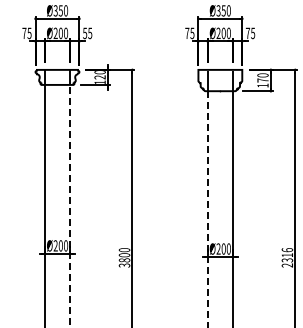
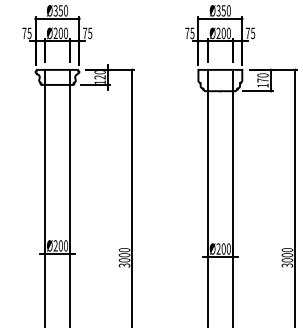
text at (85, 33): 55 -> 75
line at (70, 205): dashed -> solid
line at (207, 209): dashed -> solid
text at (287, 257): 2316 -> 3000
text at (124, 260): 3800 -> 3000
